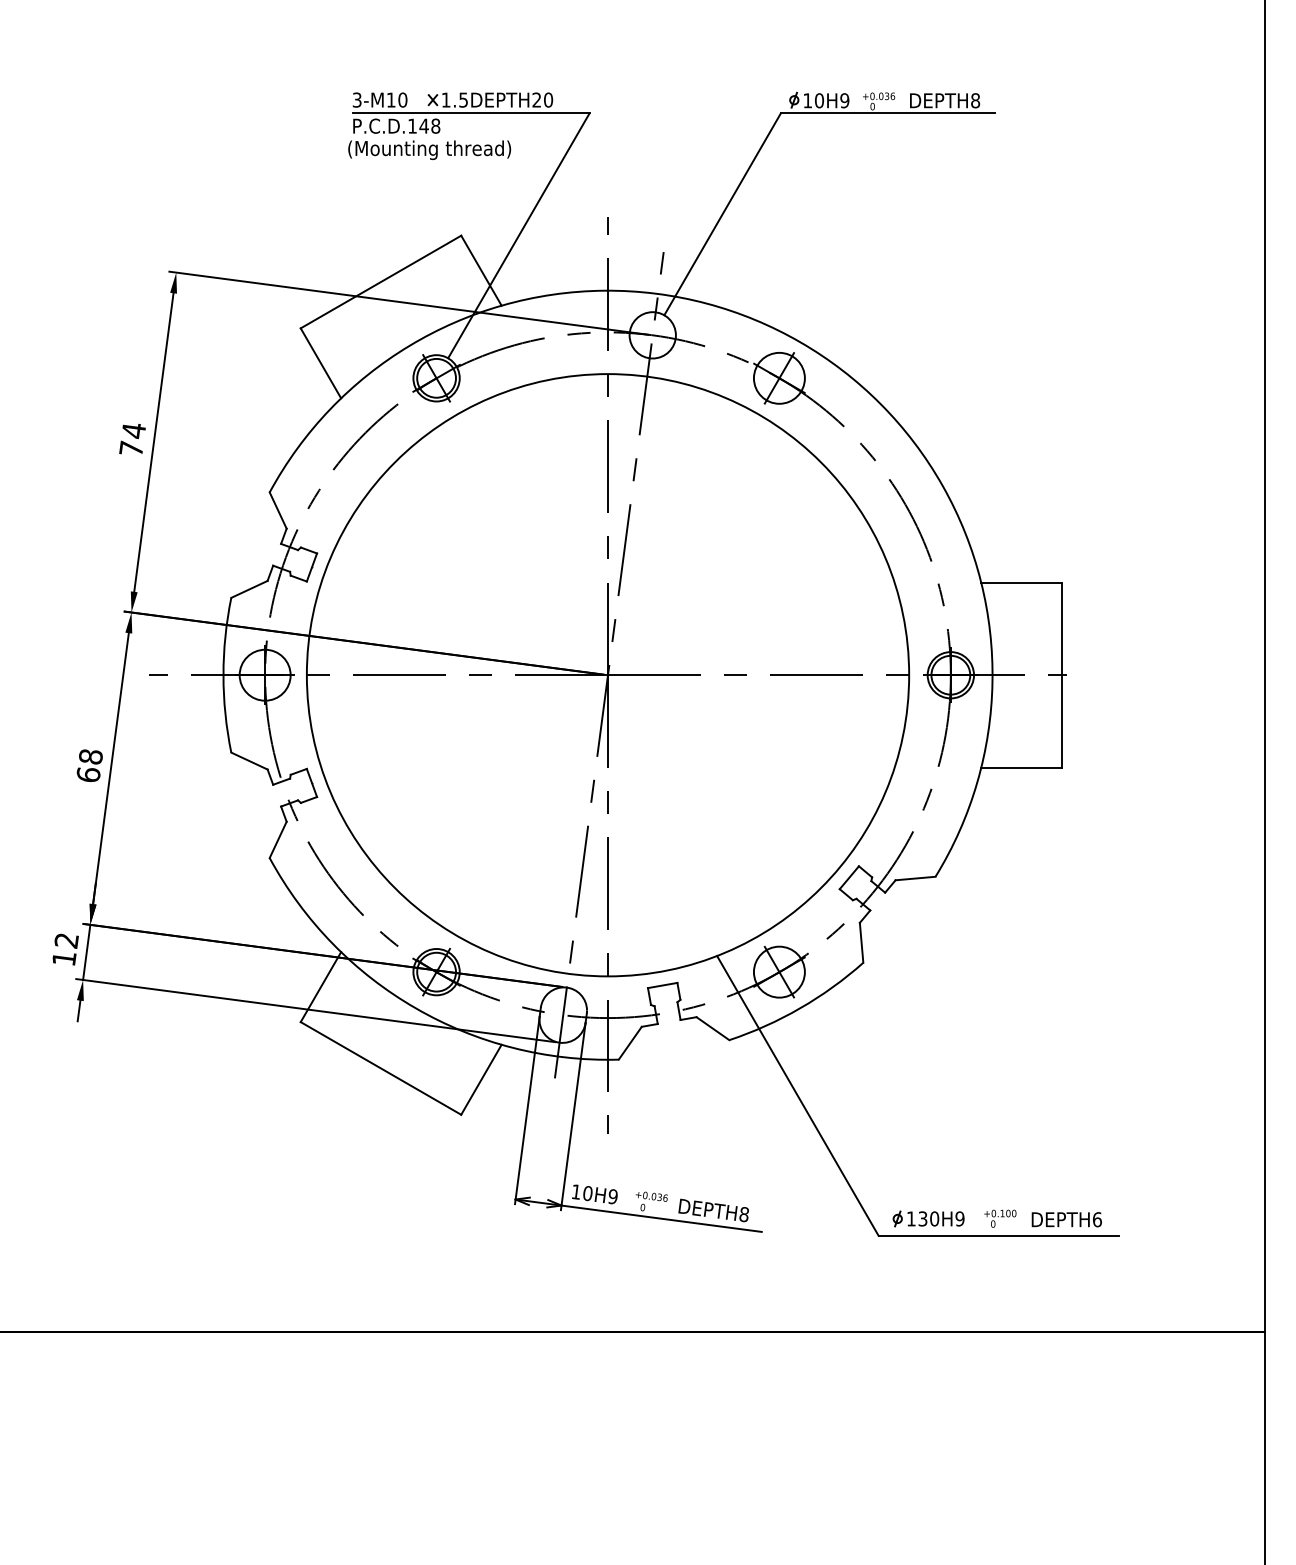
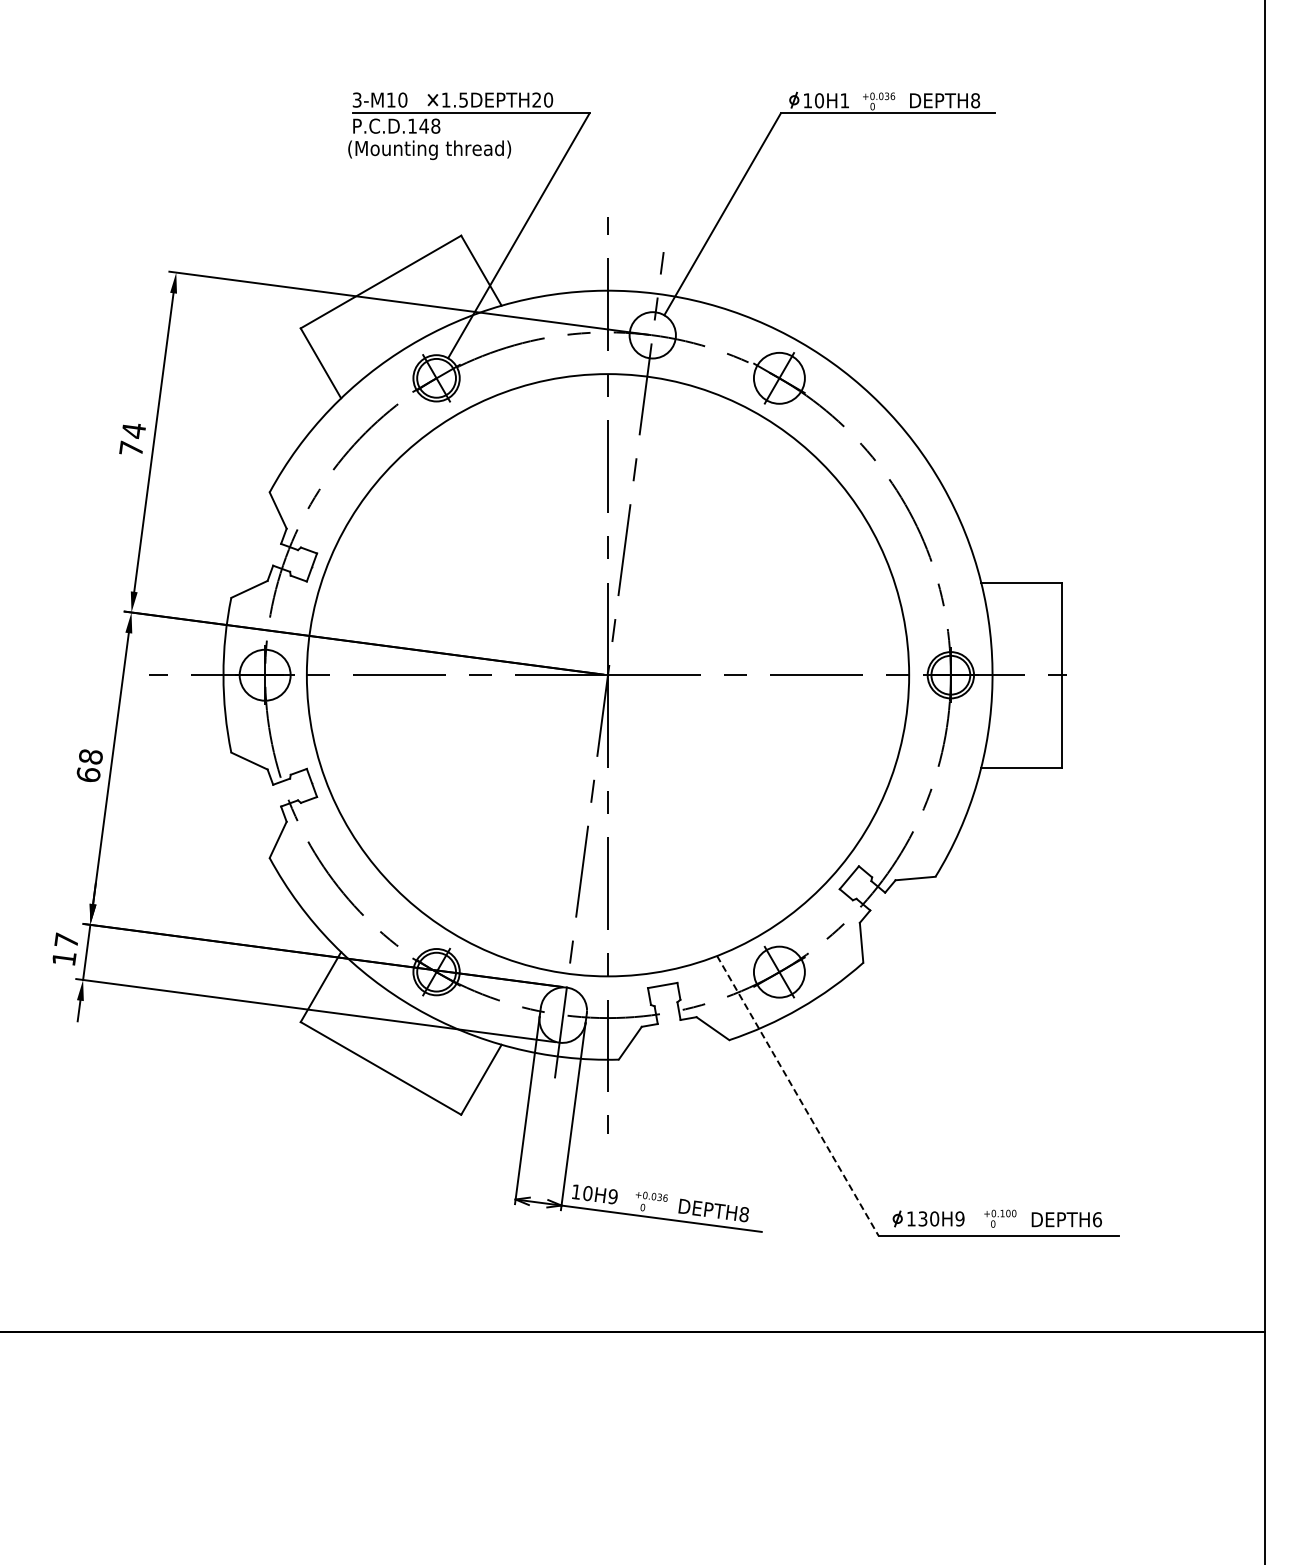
text at (844, 100): 10H9 -> 10H1
text at (66, 940): 12 -> 17
line at (797, 1095): solid -> dashed
